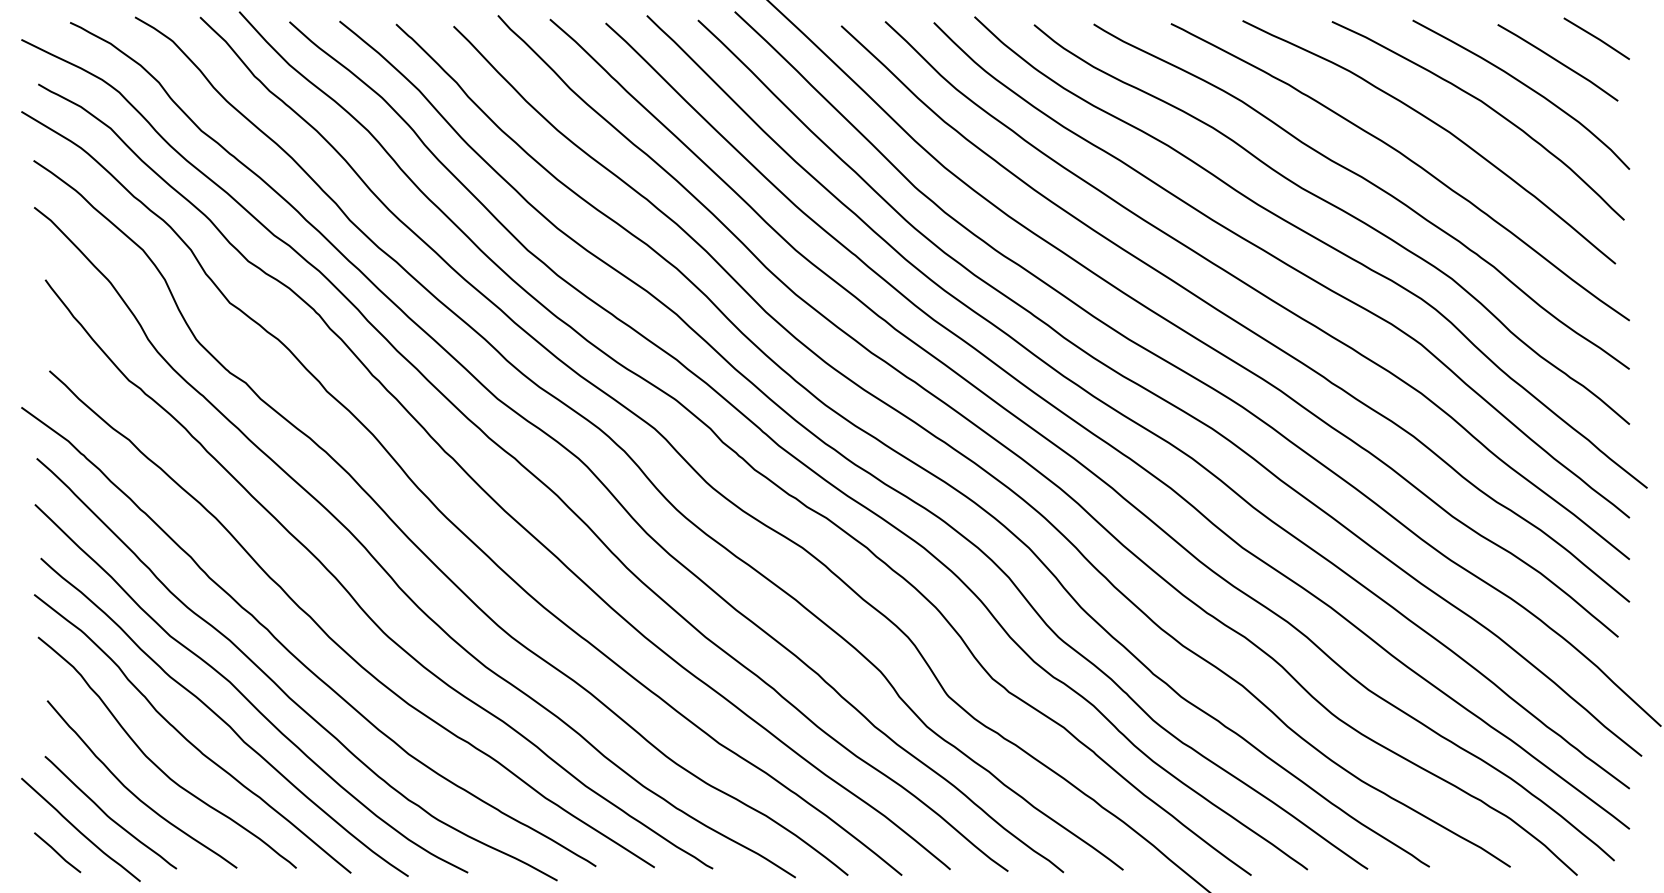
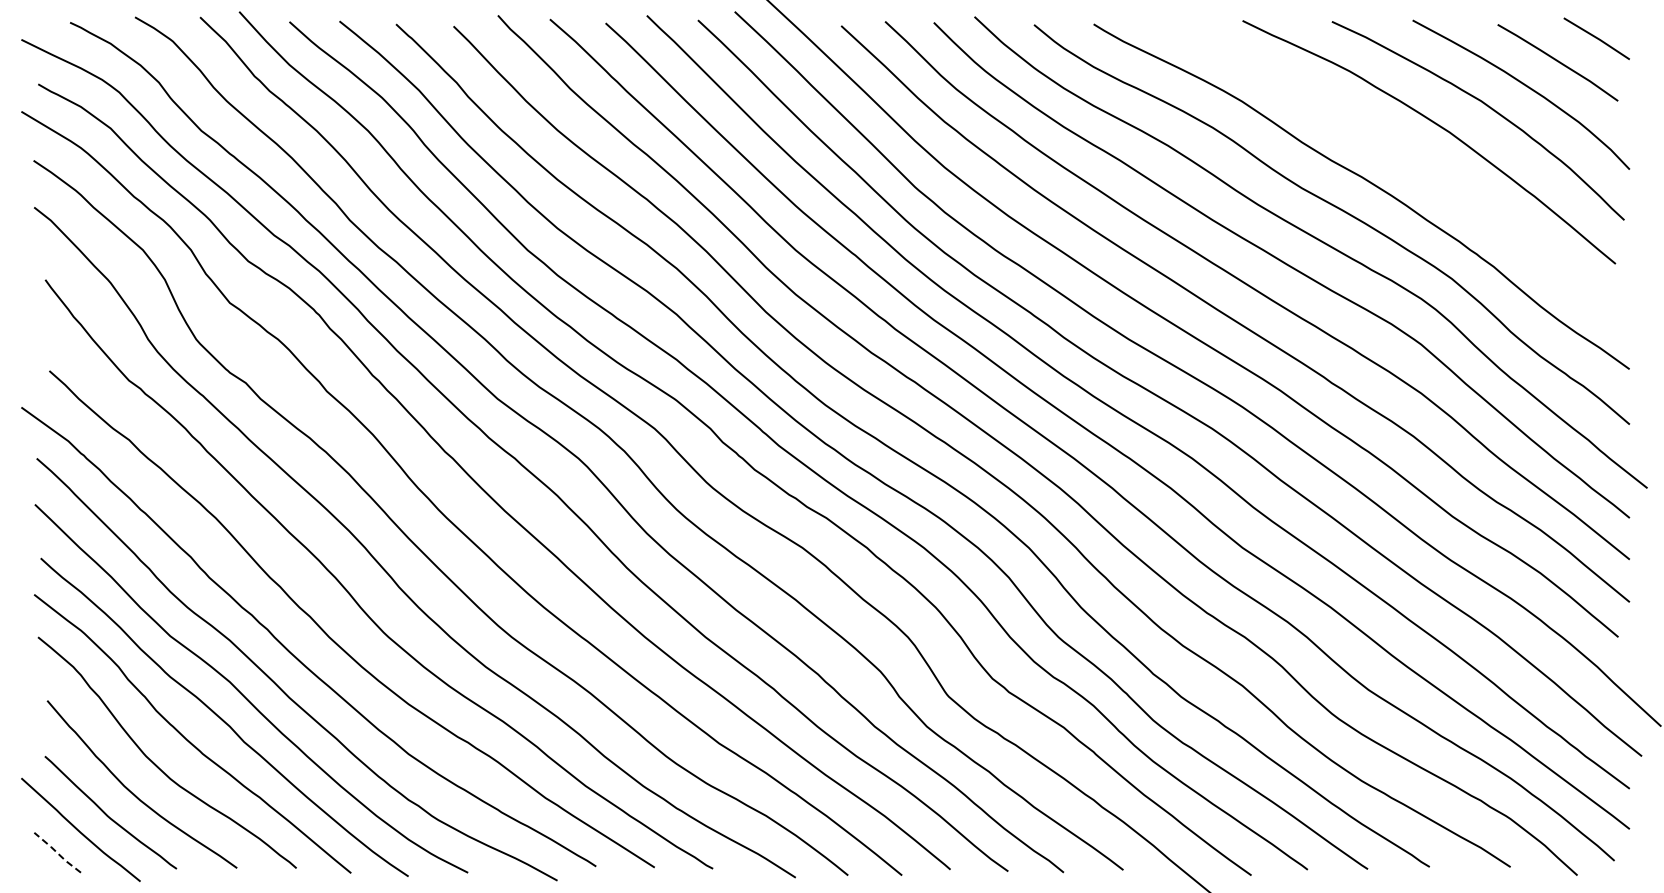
curve at (1407, 159): present -> none
line at (57, 853): solid -> dashed
